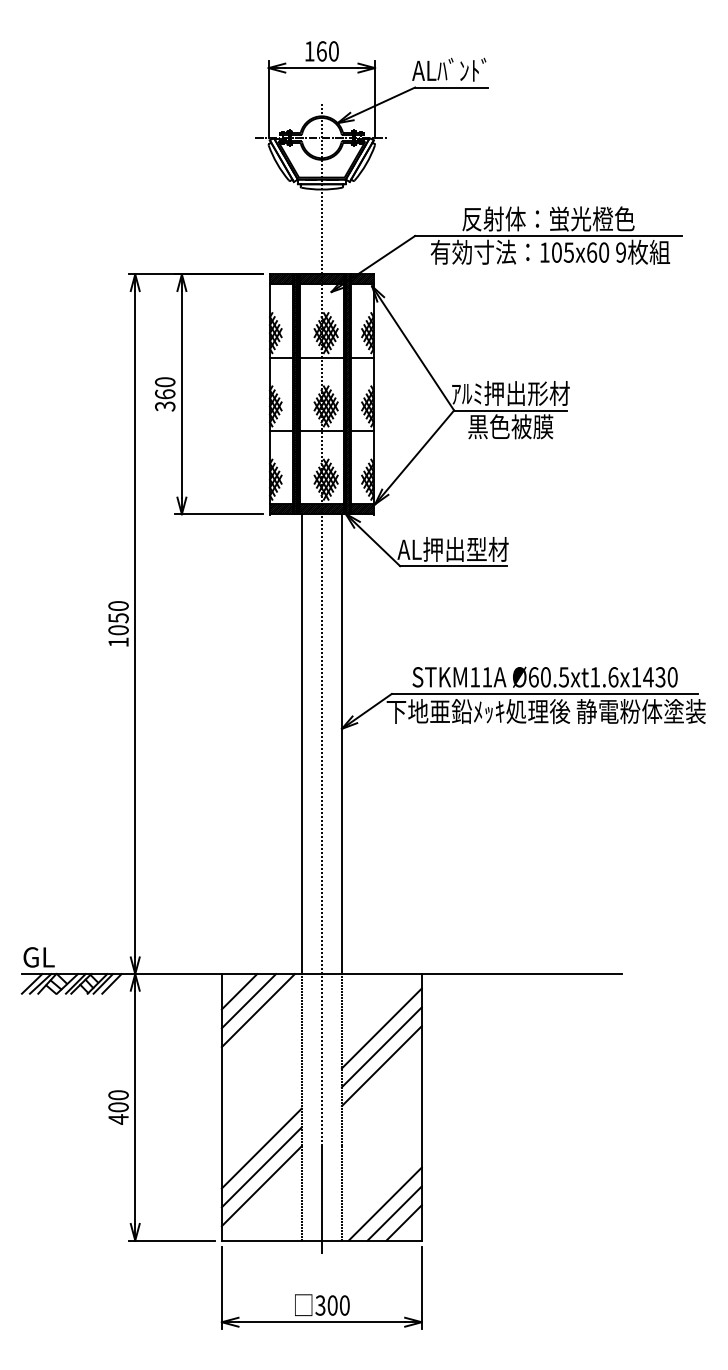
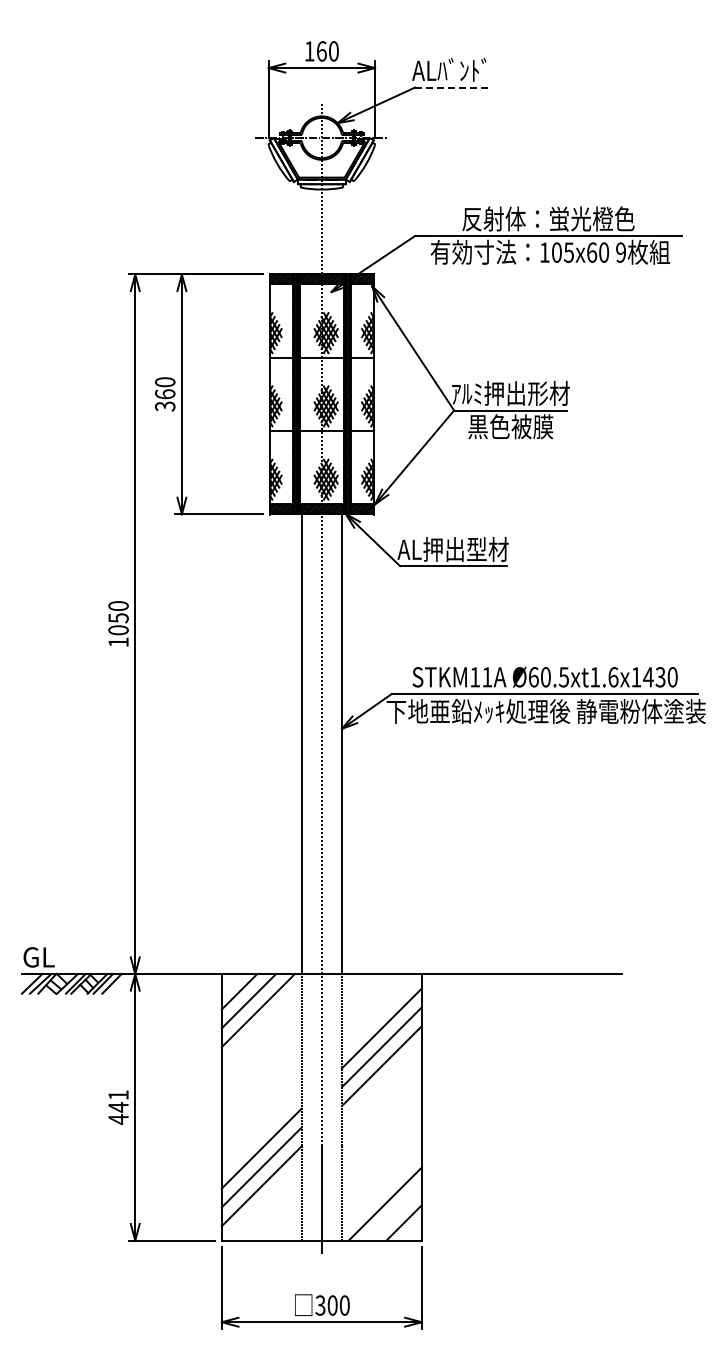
line at (451, 87): solid -> dashed
text at (118, 1101): 400 -> 441
line at (394, 1213): present -> none
